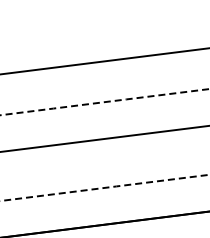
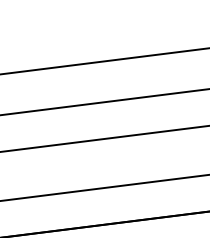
arc at (105, 102): dashed -> solid
arc at (105, 187): dashed -> solid
